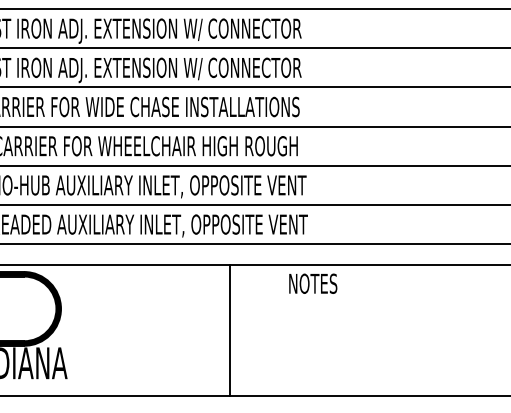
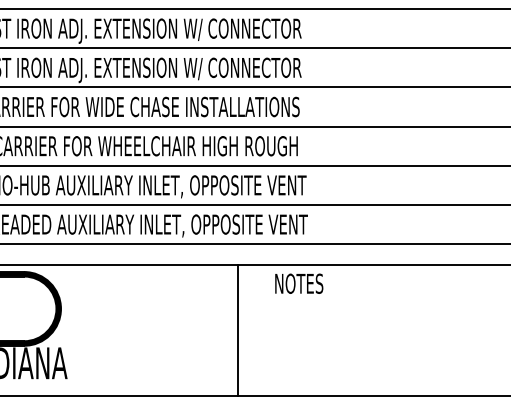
text at (313, 283) position: (313, 283) -> (299, 283)
line at (229, 330) position: (229, 330) -> (237, 330)
